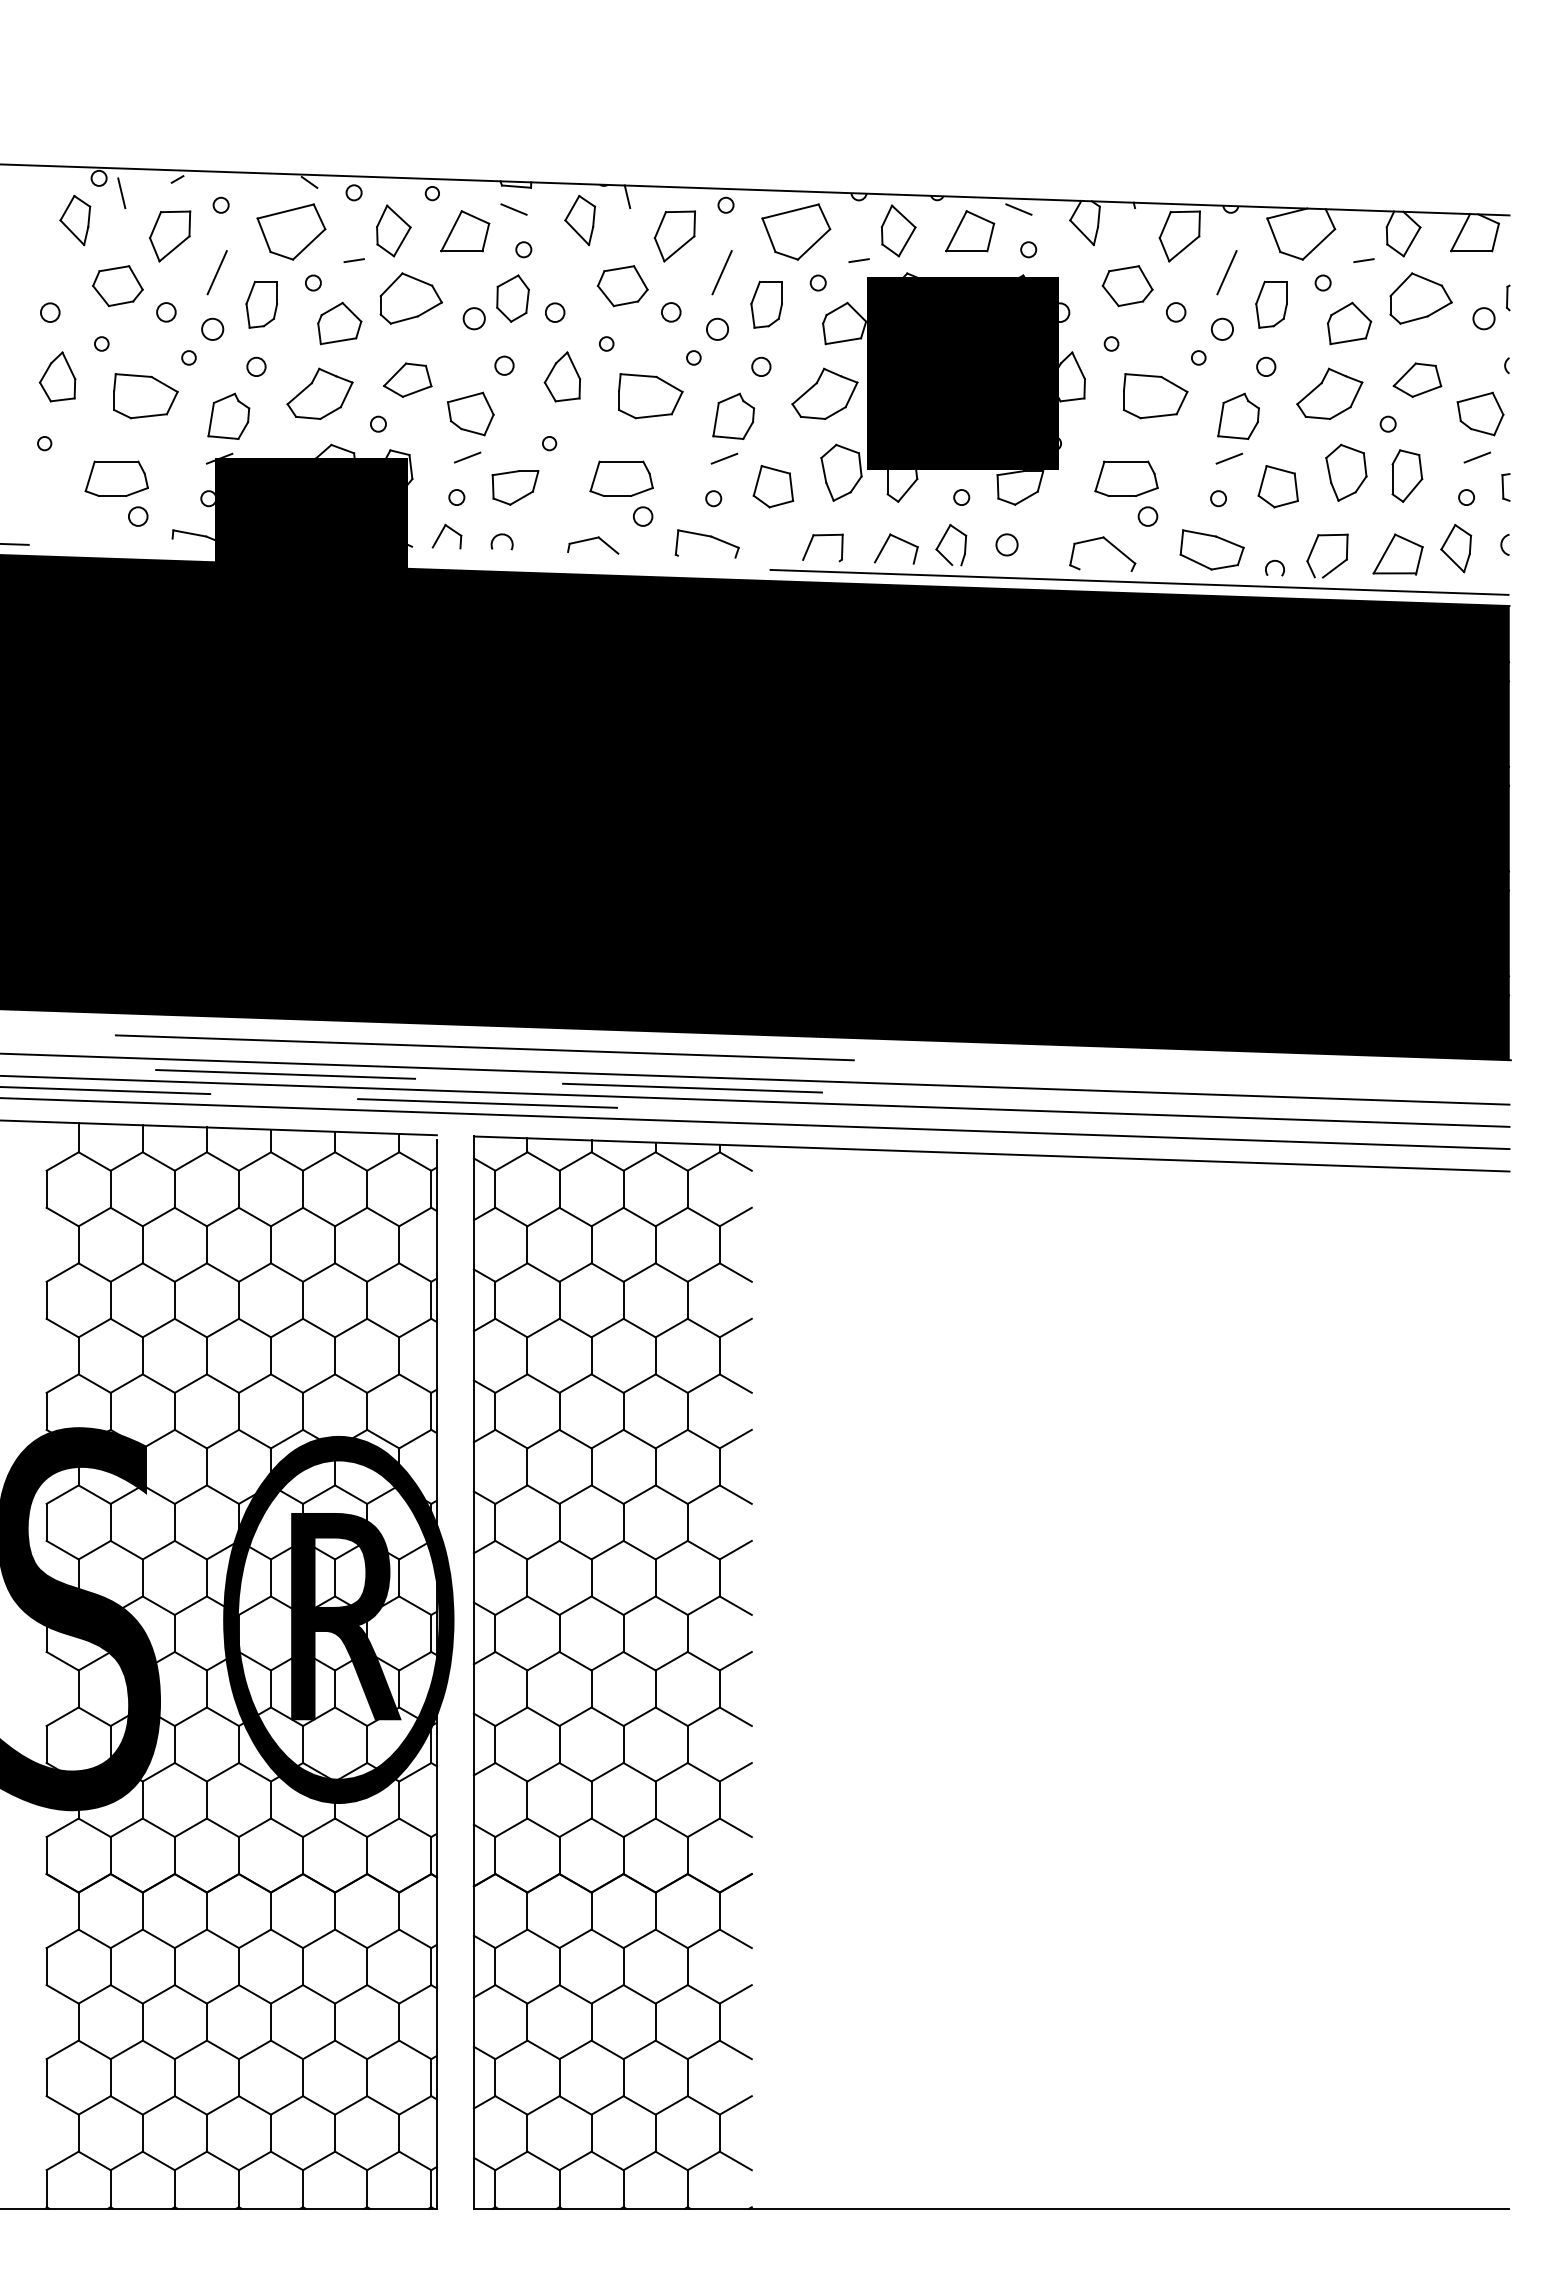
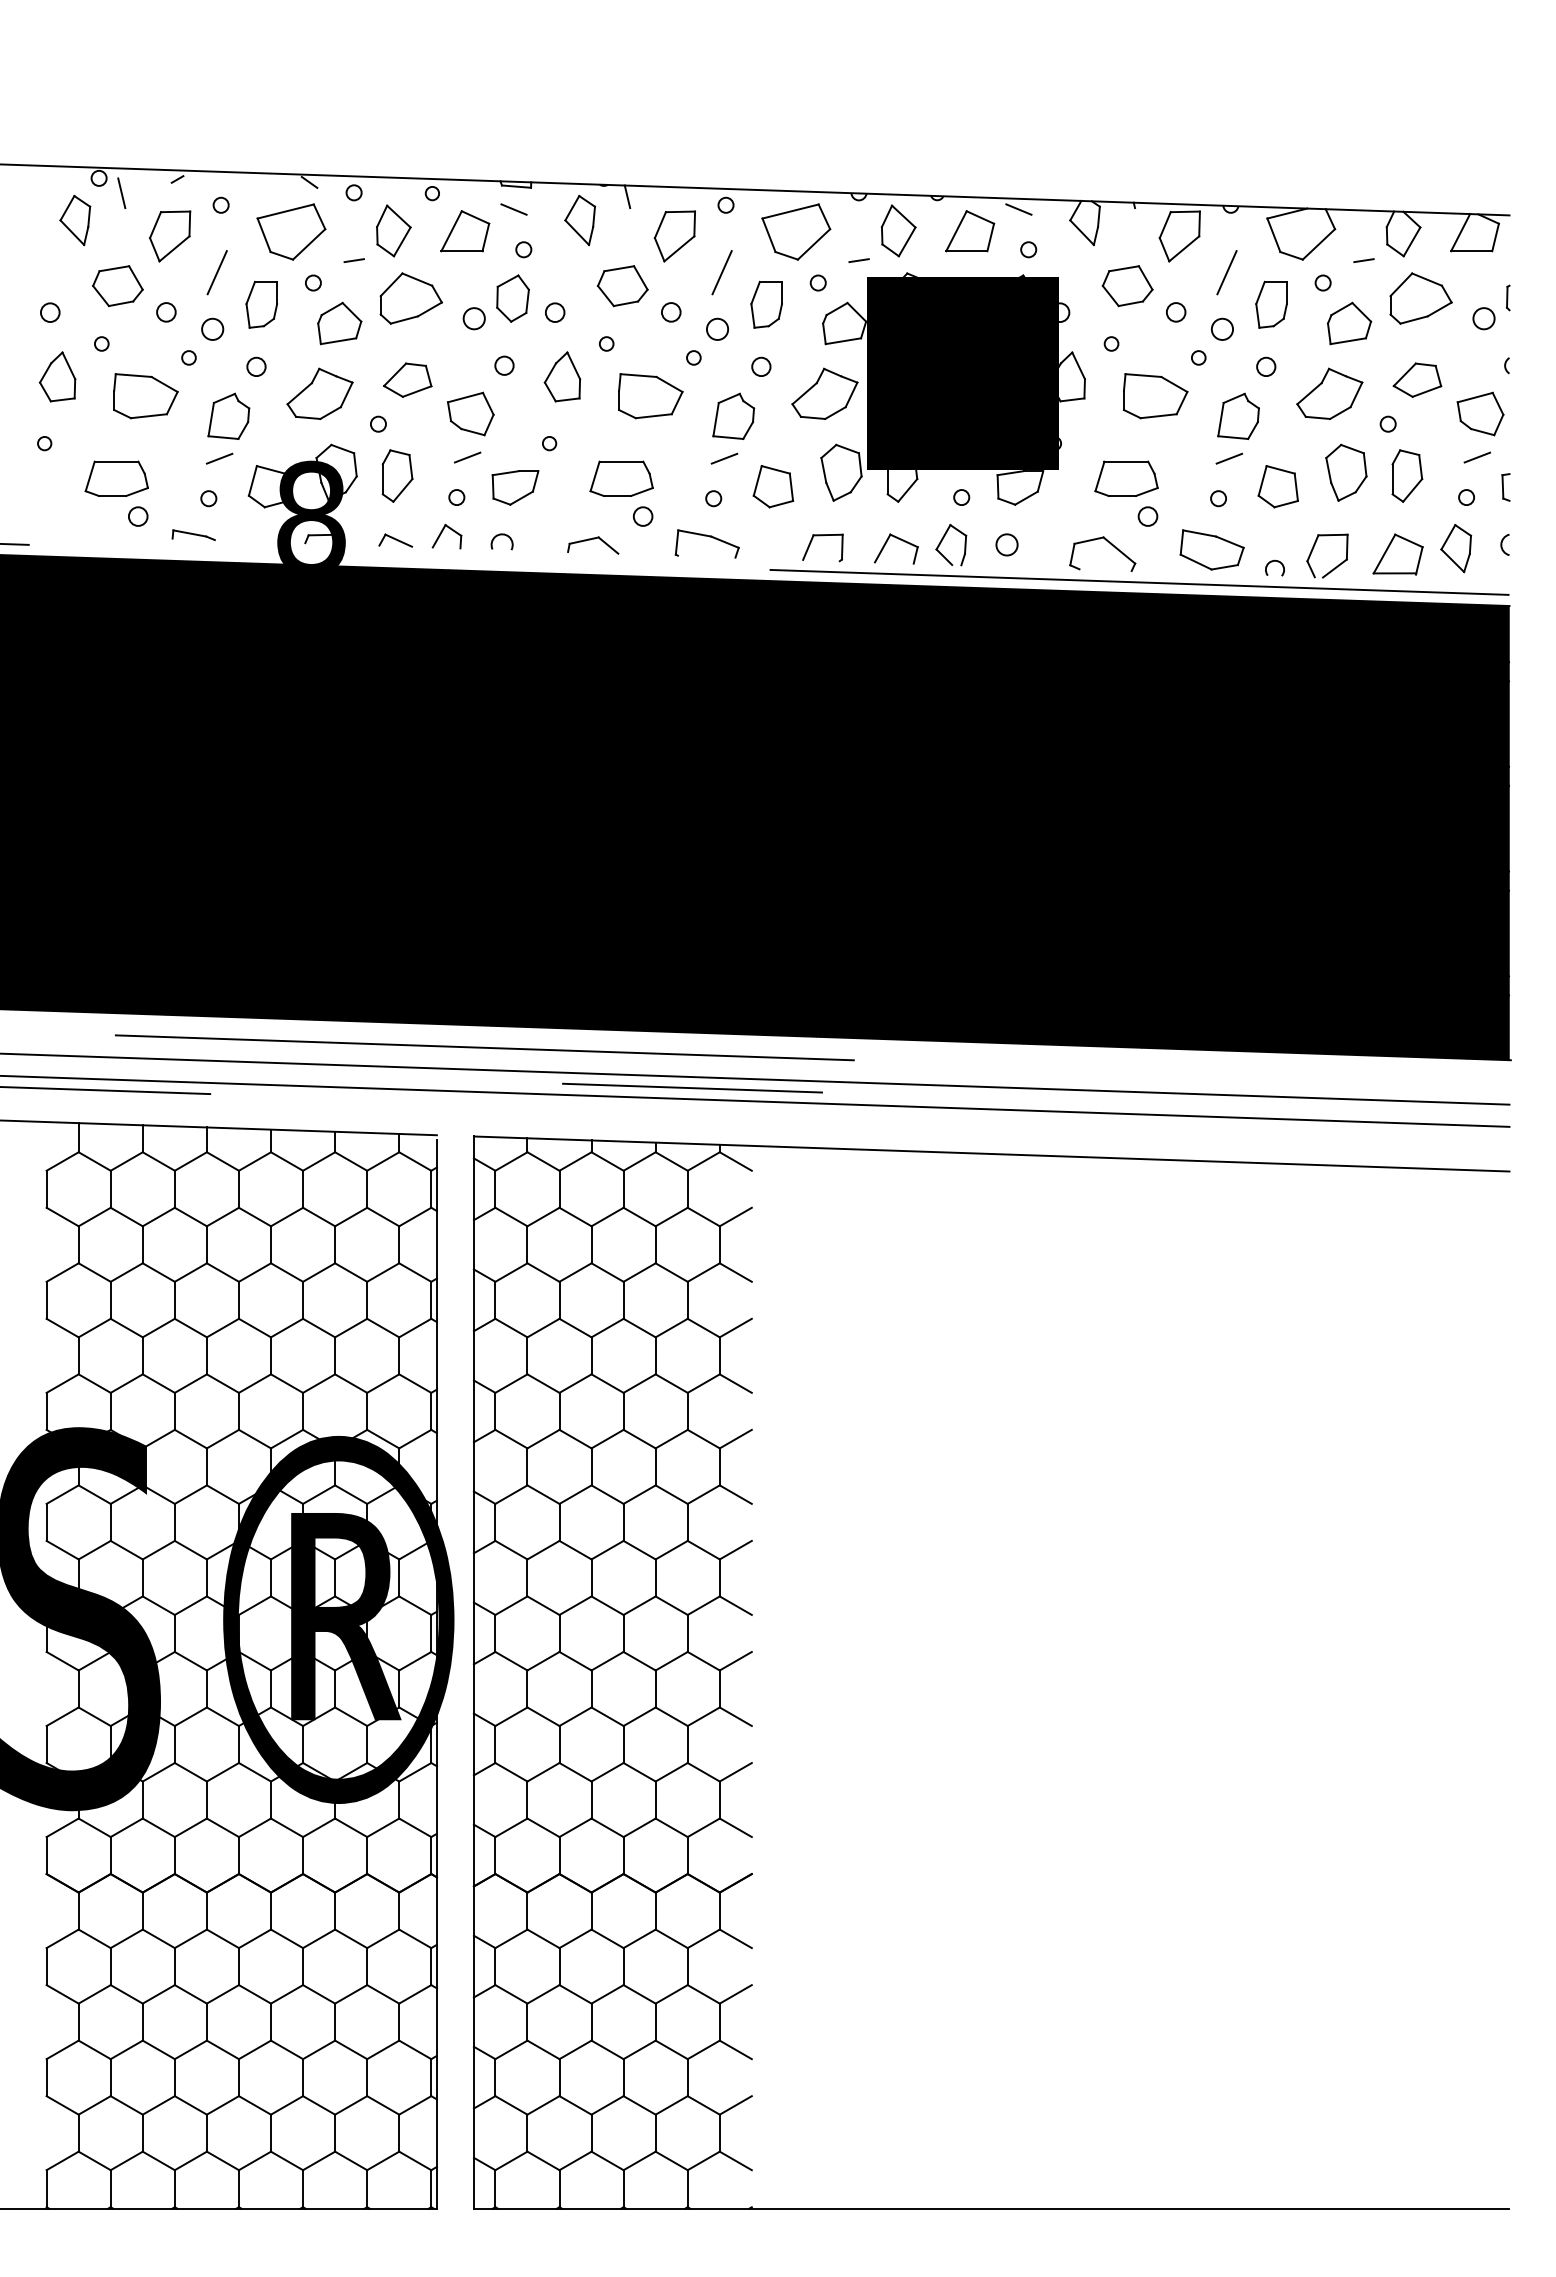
fill at (311, 554): present -> none
line at (285, 1074): present -> none
line at (487, 1103): present -> none
line at (755, 1123): present -> none
